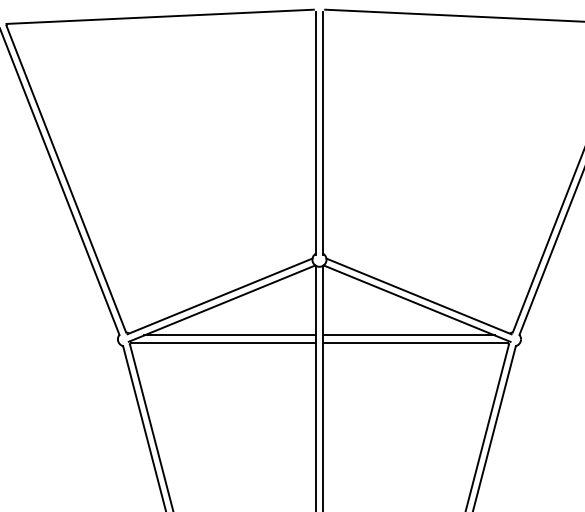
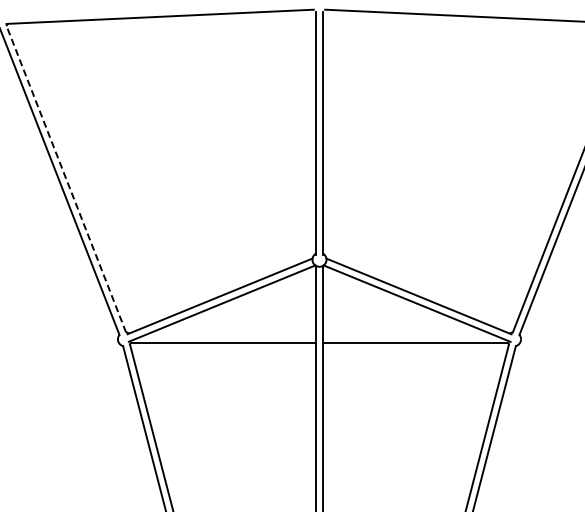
line at (66, 179): solid -> dashed
line at (229, 335): present -> none
line at (408, 335): present -> none
